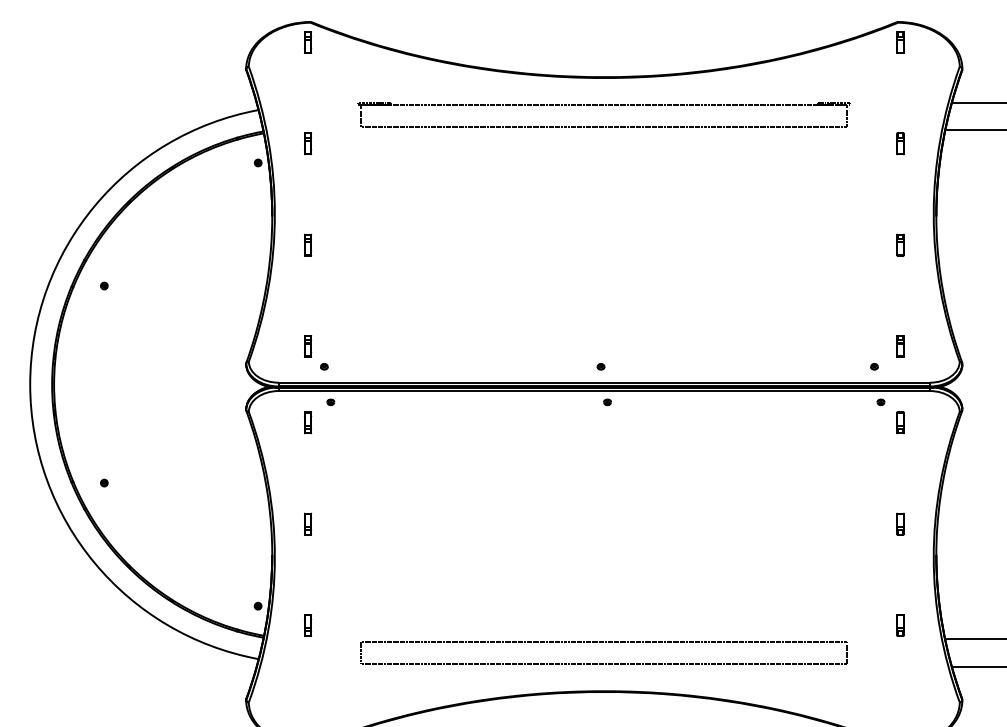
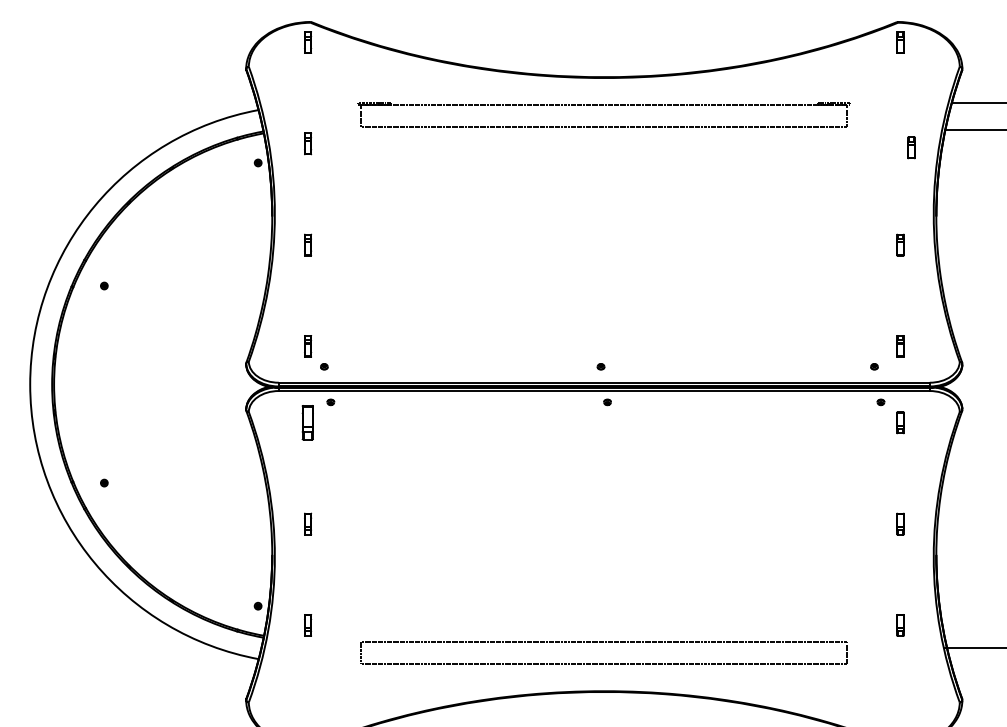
part at (900, 143) position: (900, 143) -> (911, 147)
part at (308, 422) size: 9x24 px -> 13x36 px
line at (974, 638) position: (974, 638) -> (974, 647)
line at (977, 666): present -> none
